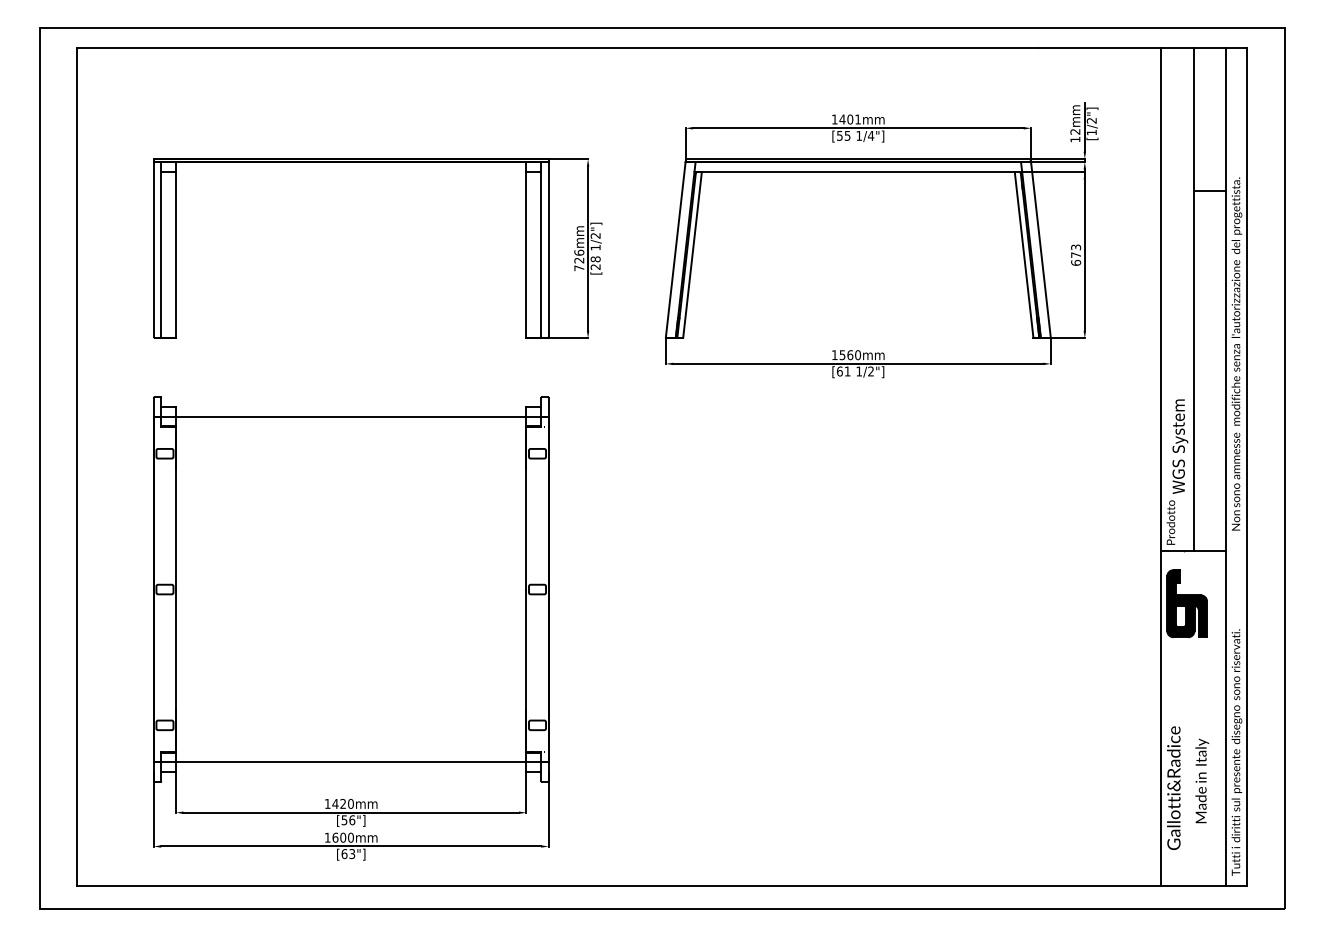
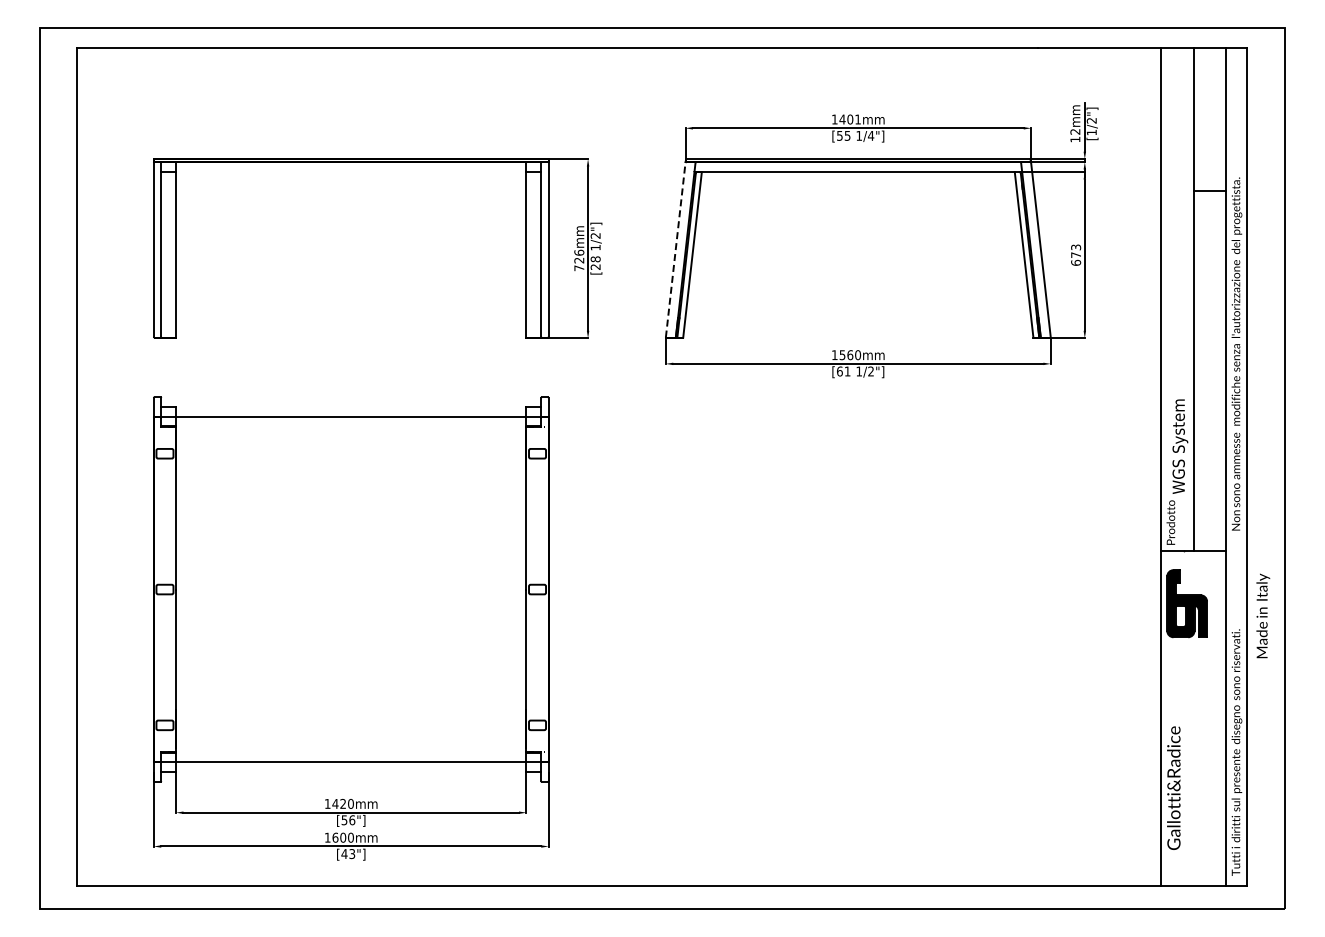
line at (675, 250): solid -> dashed
text at (1202, 780) position: (1202, 780) -> (1263, 615)
text at (344, 854): [63"] -> [43"]
